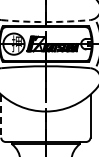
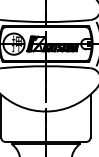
arc at (45, 22): dashed -> solid
line at (1, 116): dashed -> solid
